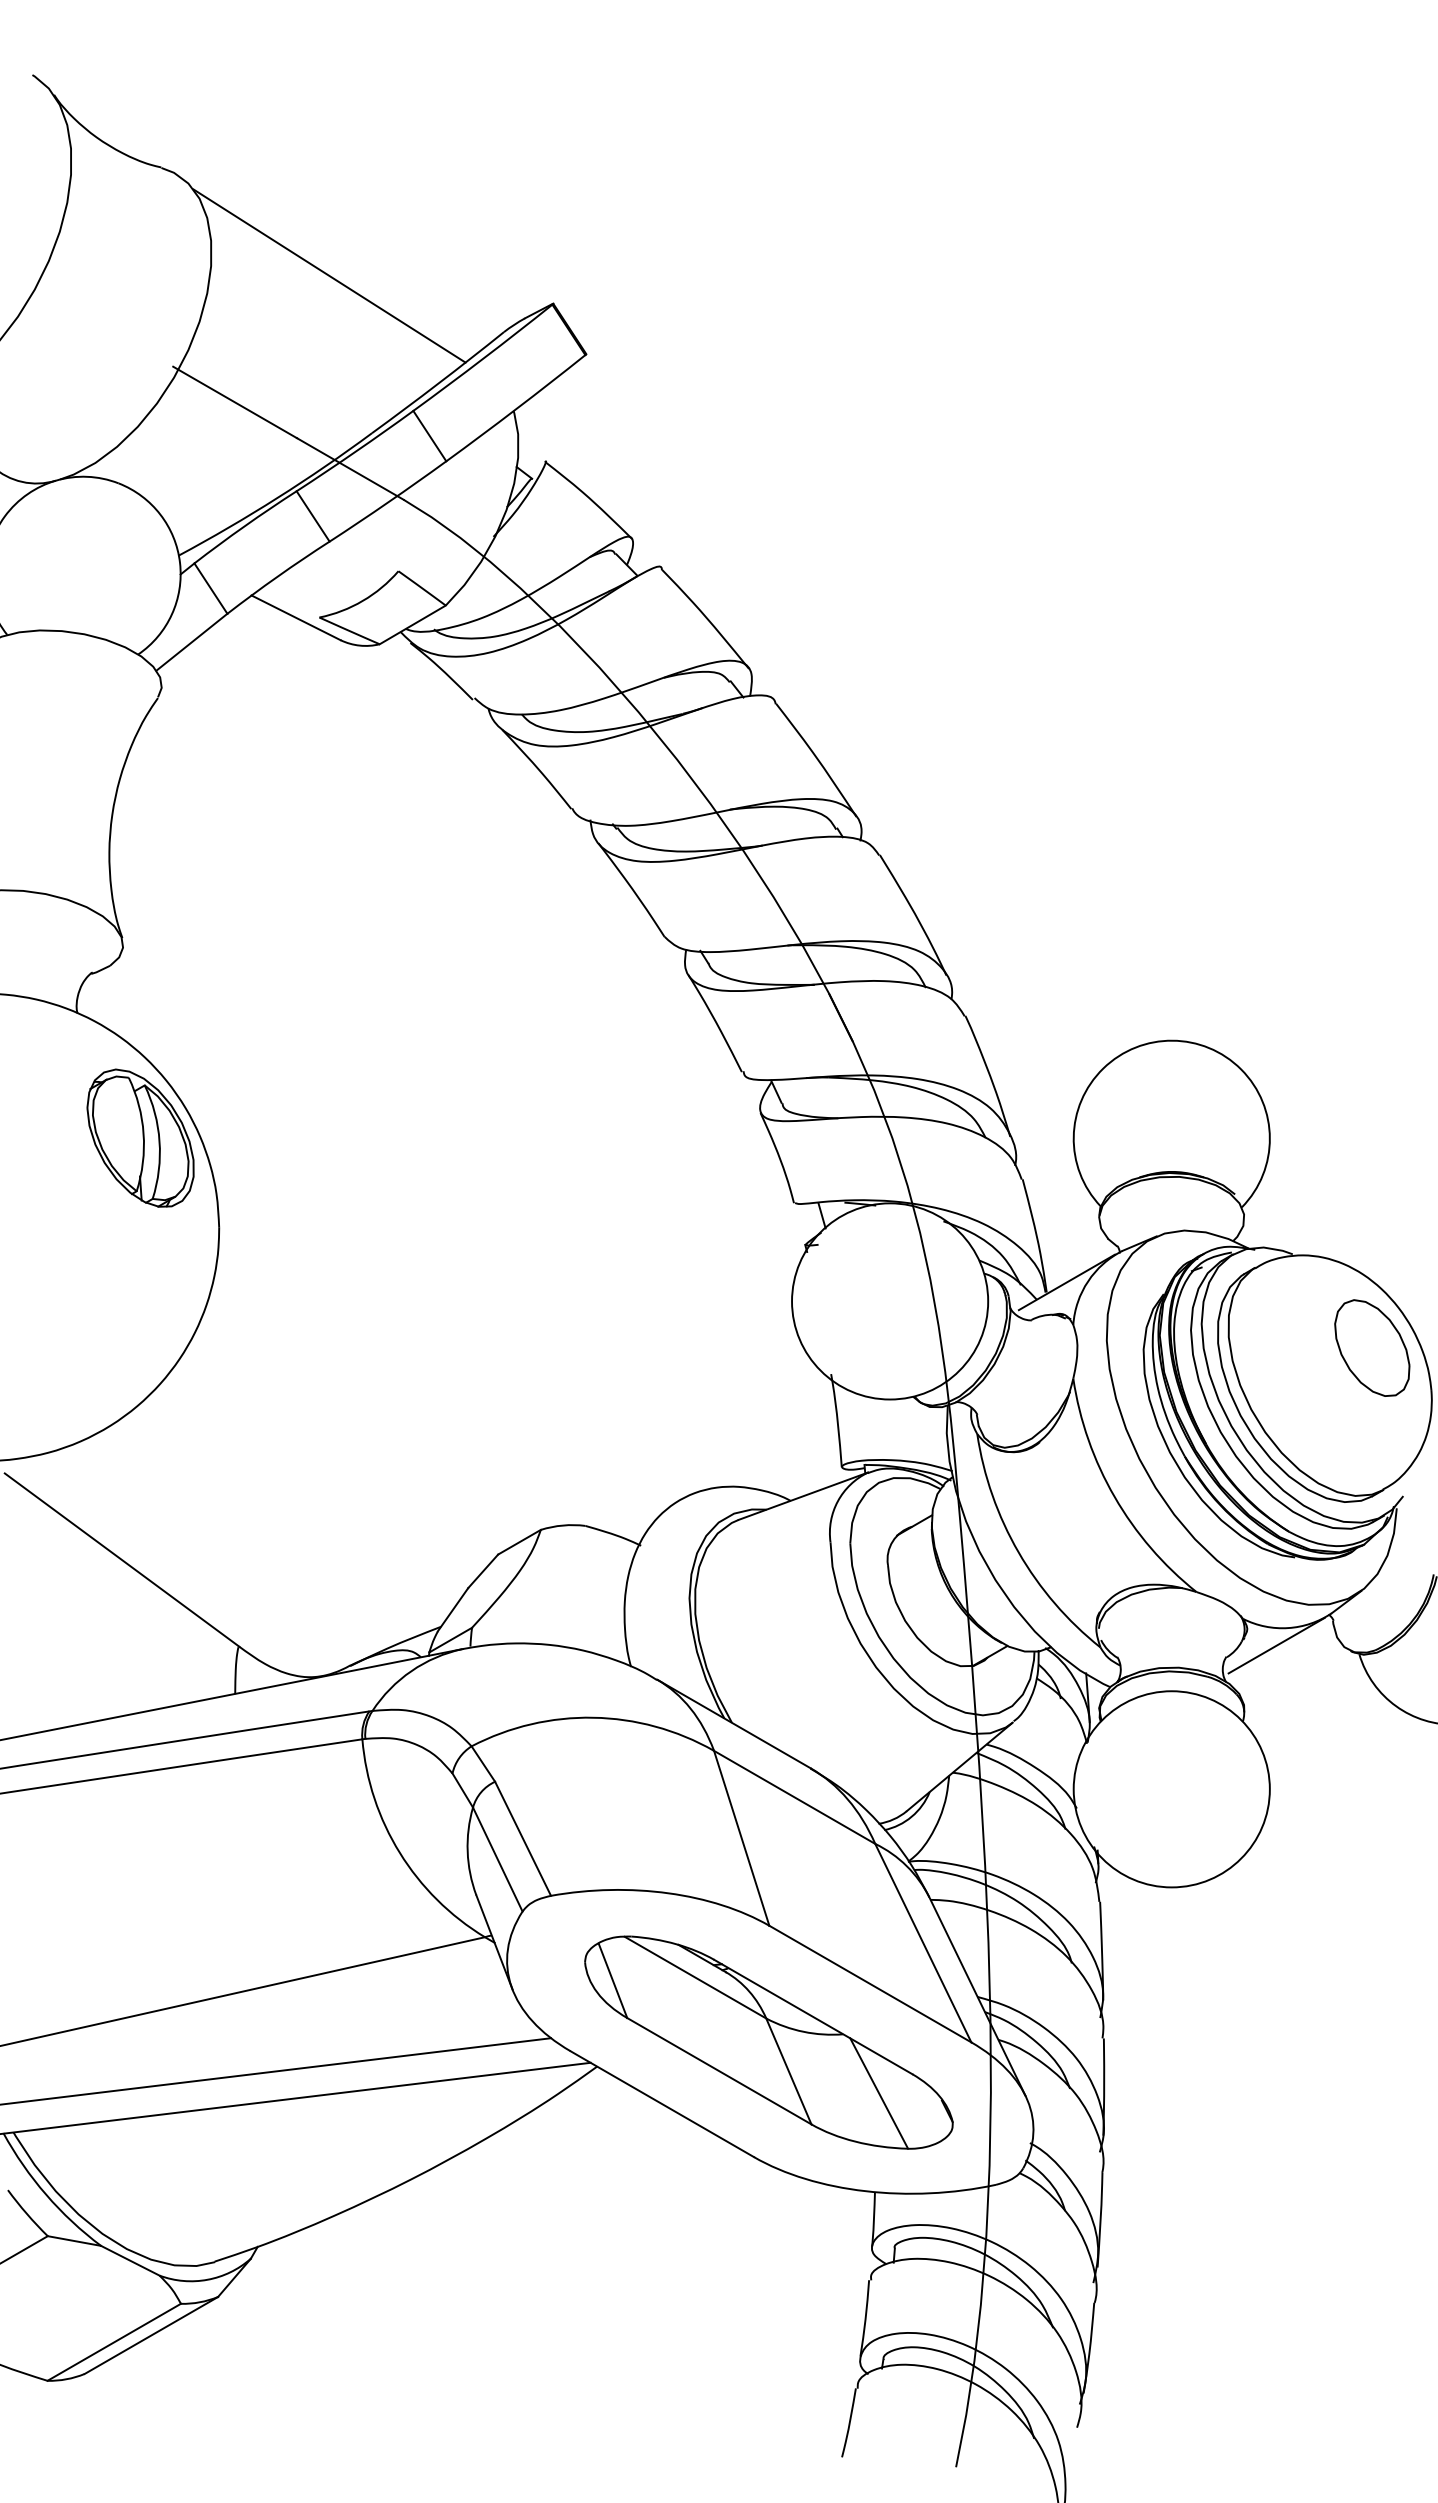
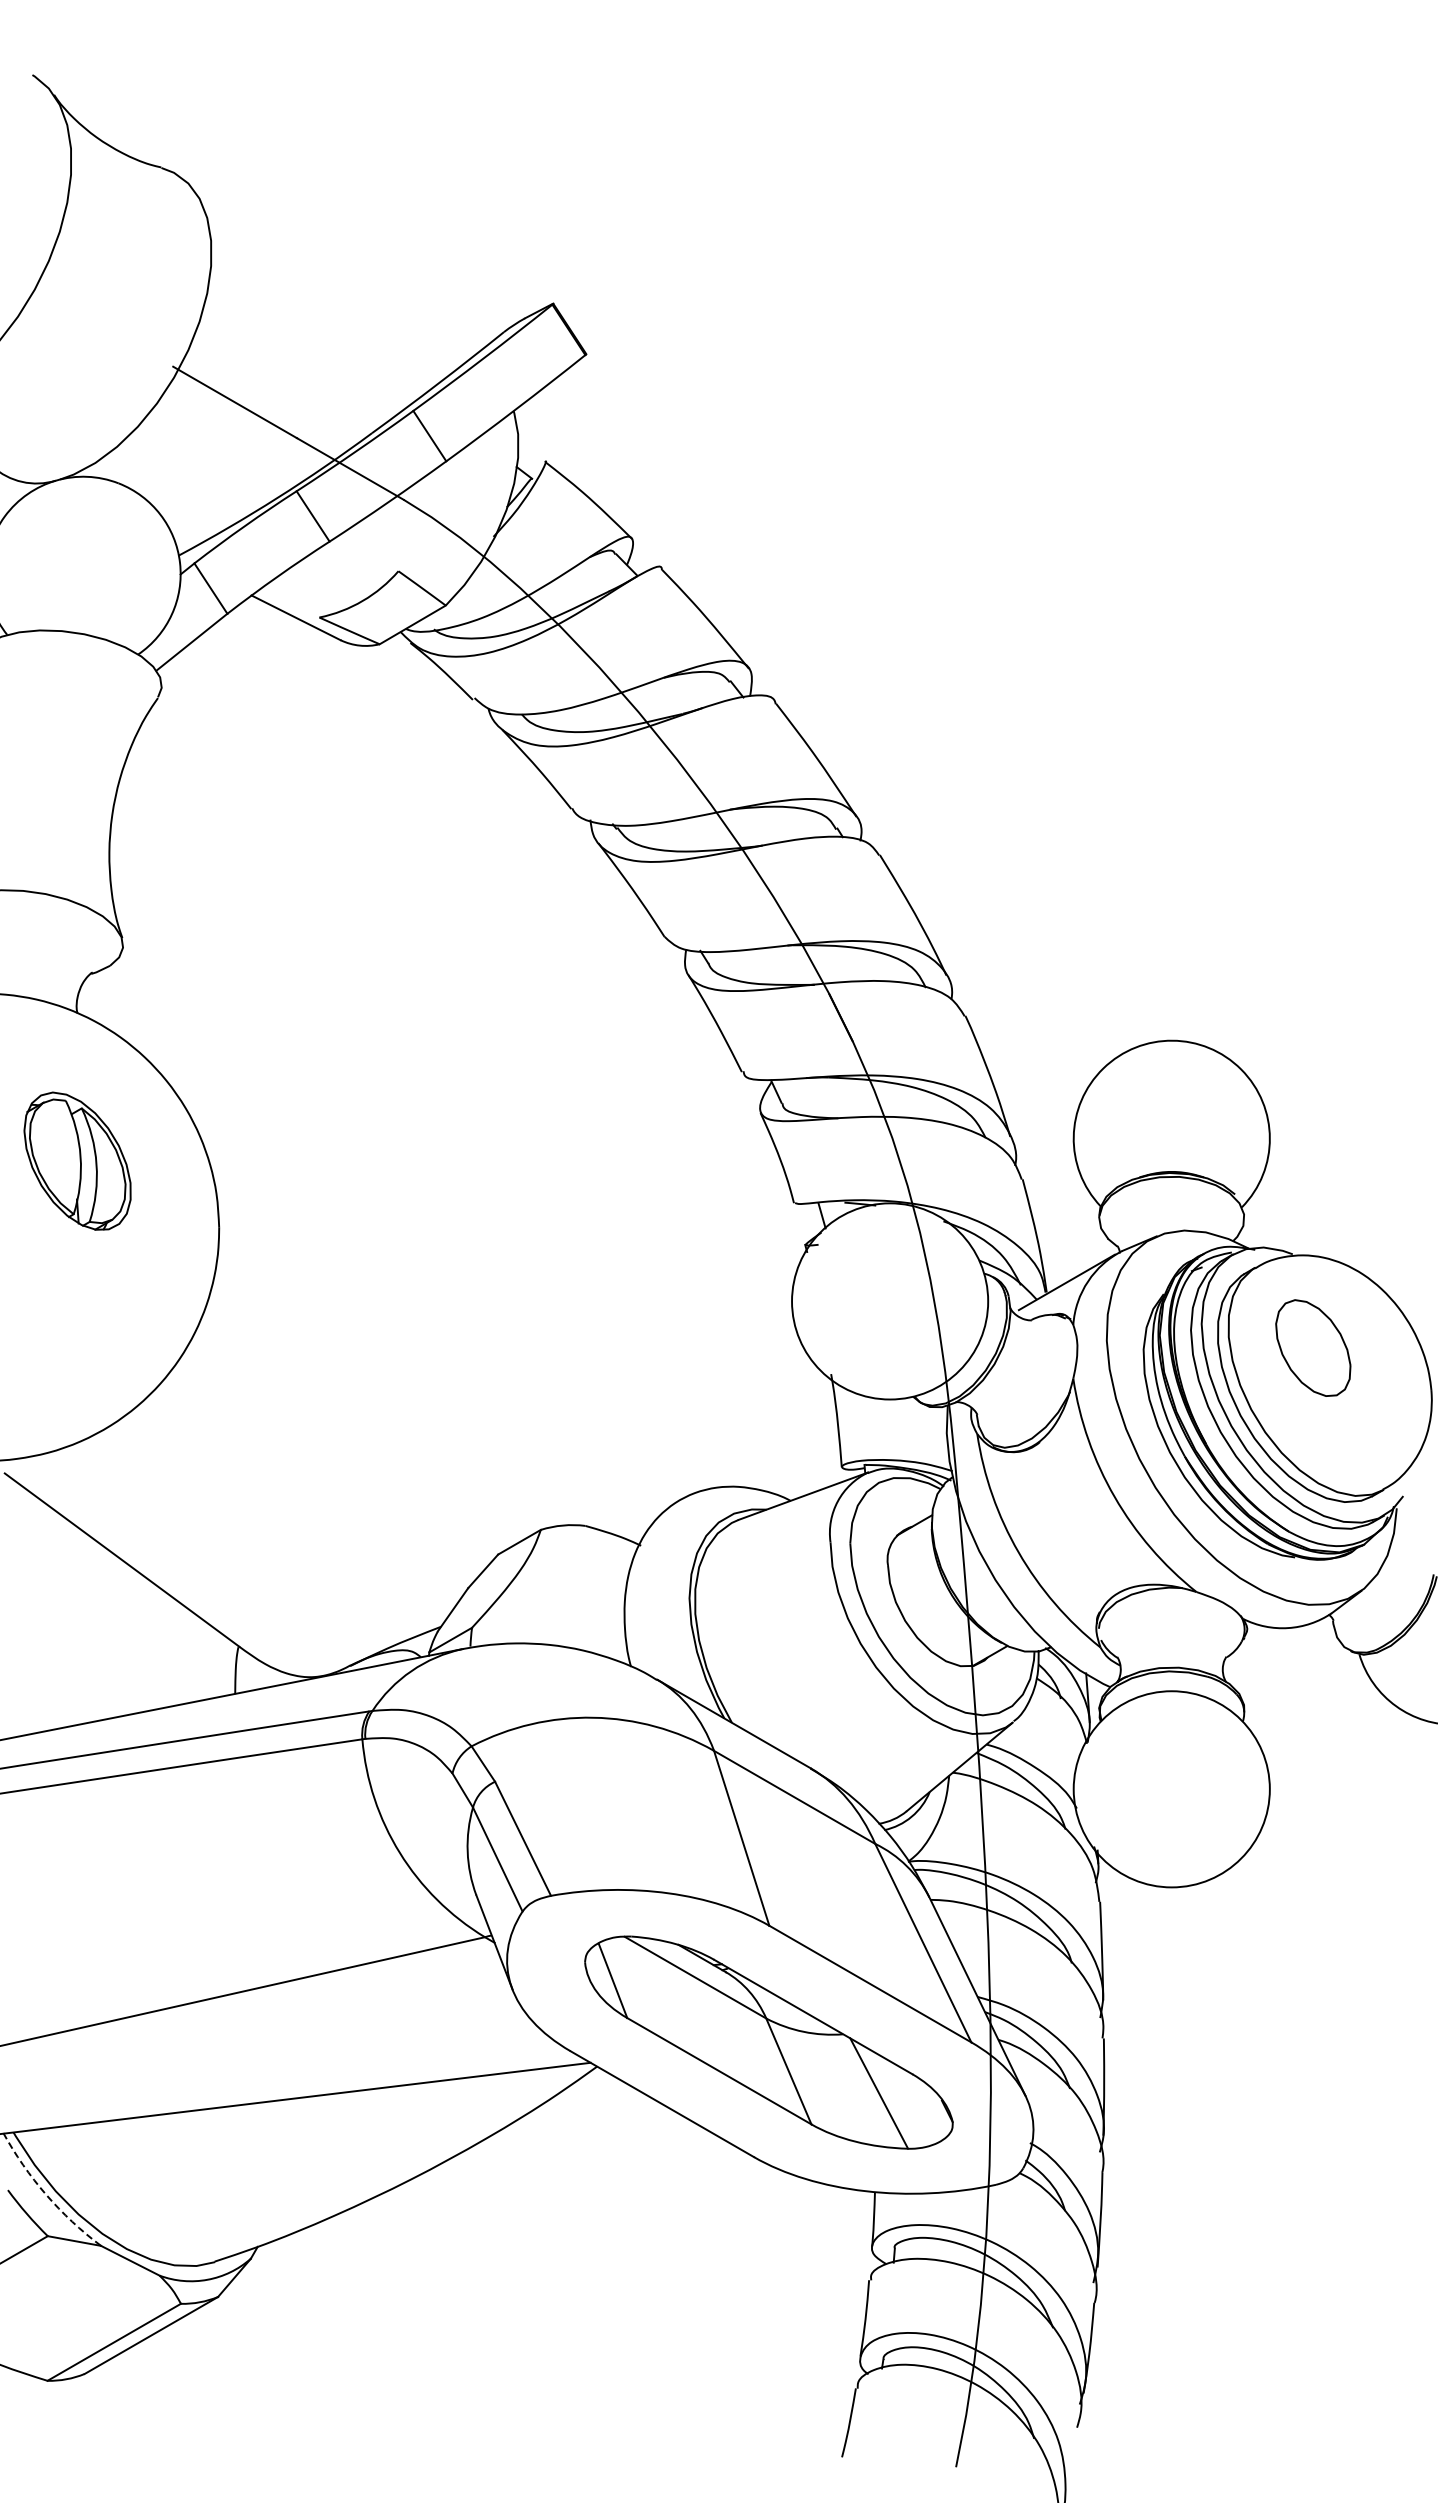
line at (329, 275): present -> none
part at (140, 1137) position: (140, 1137) -> (77, 1160)
part at (1372, 1347) position: (1372, 1347) -> (1313, 1347)
line at (1276, 1645): present -> none
line at (276, 2071): present -> none
arc at (46, 2194): solid -> dashed
